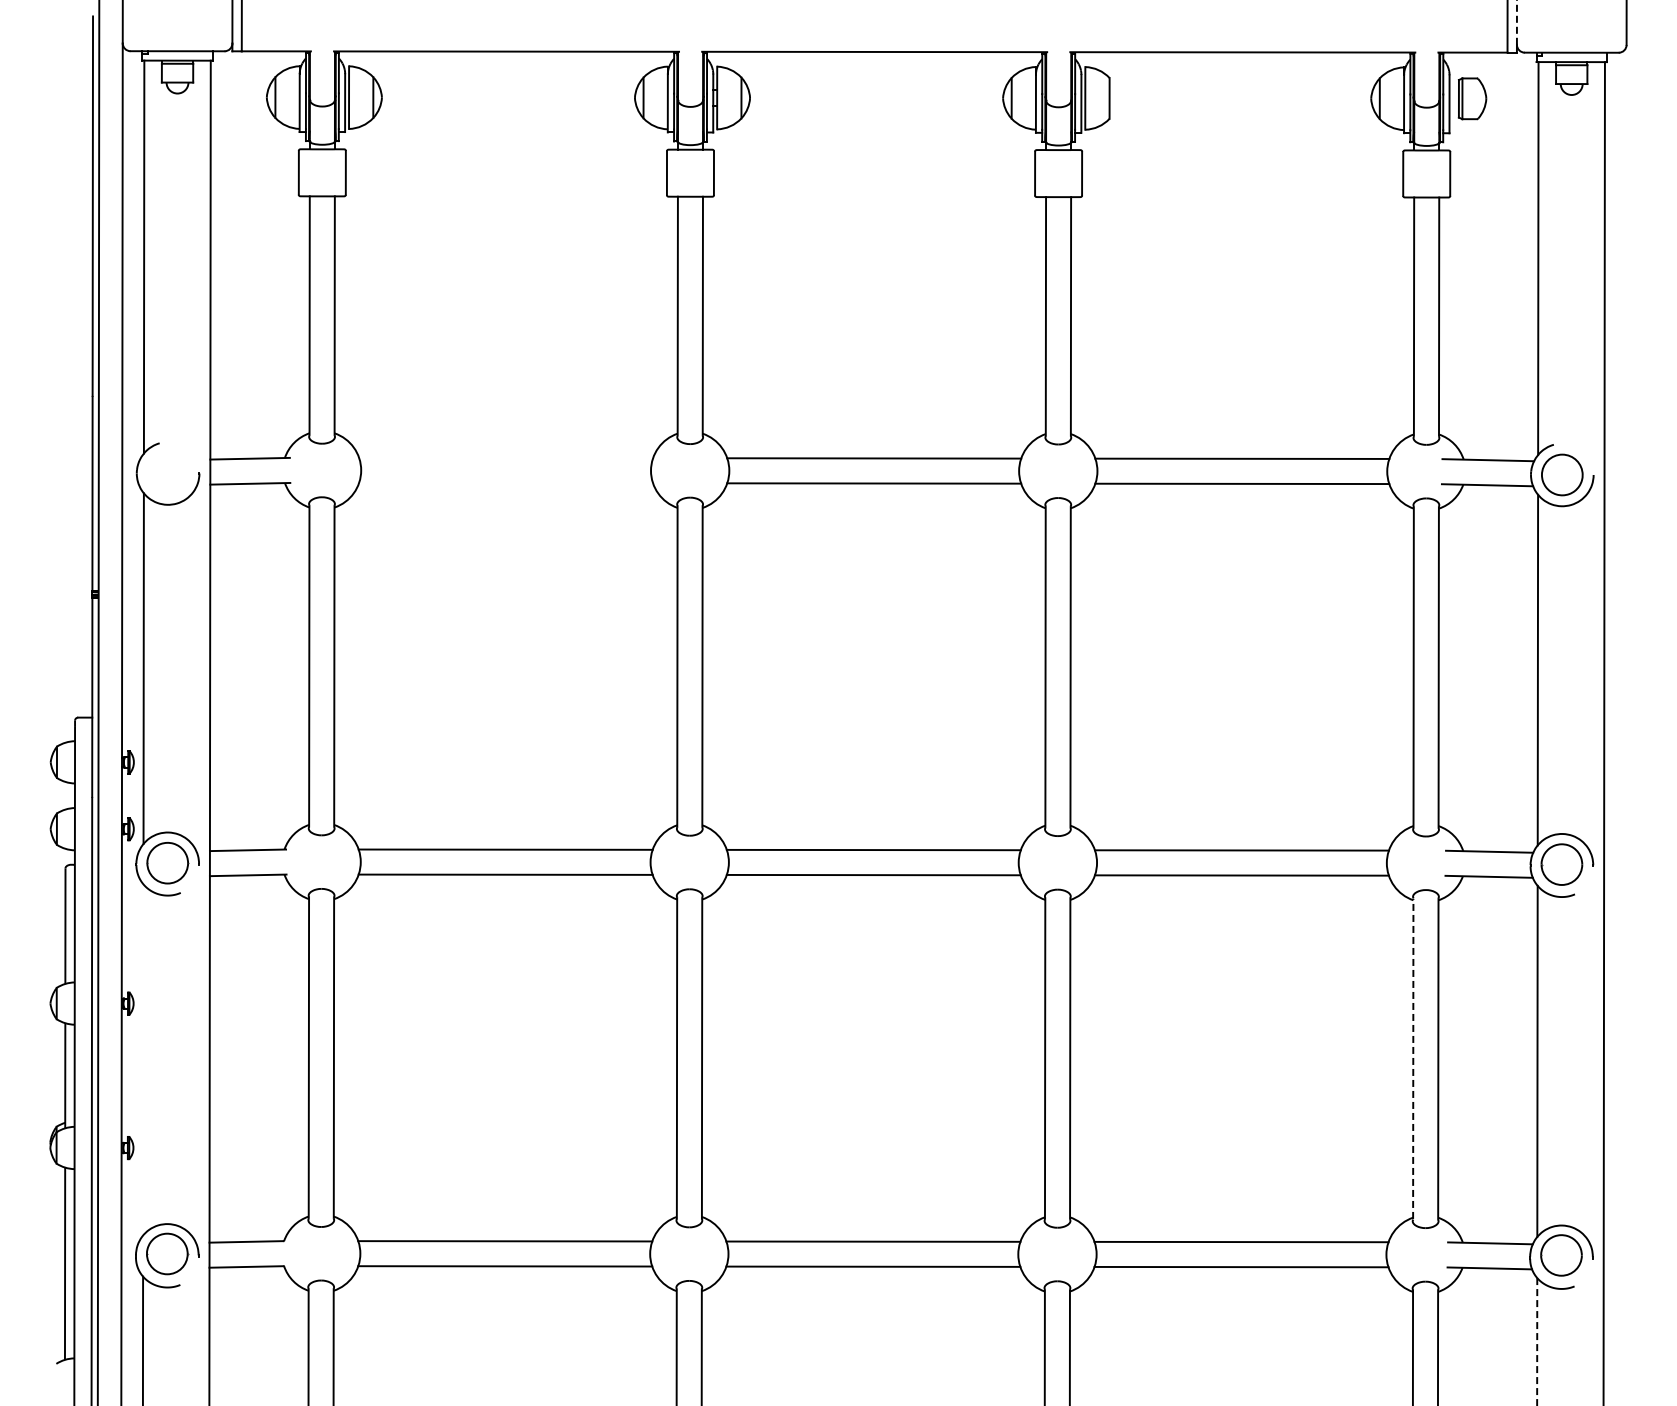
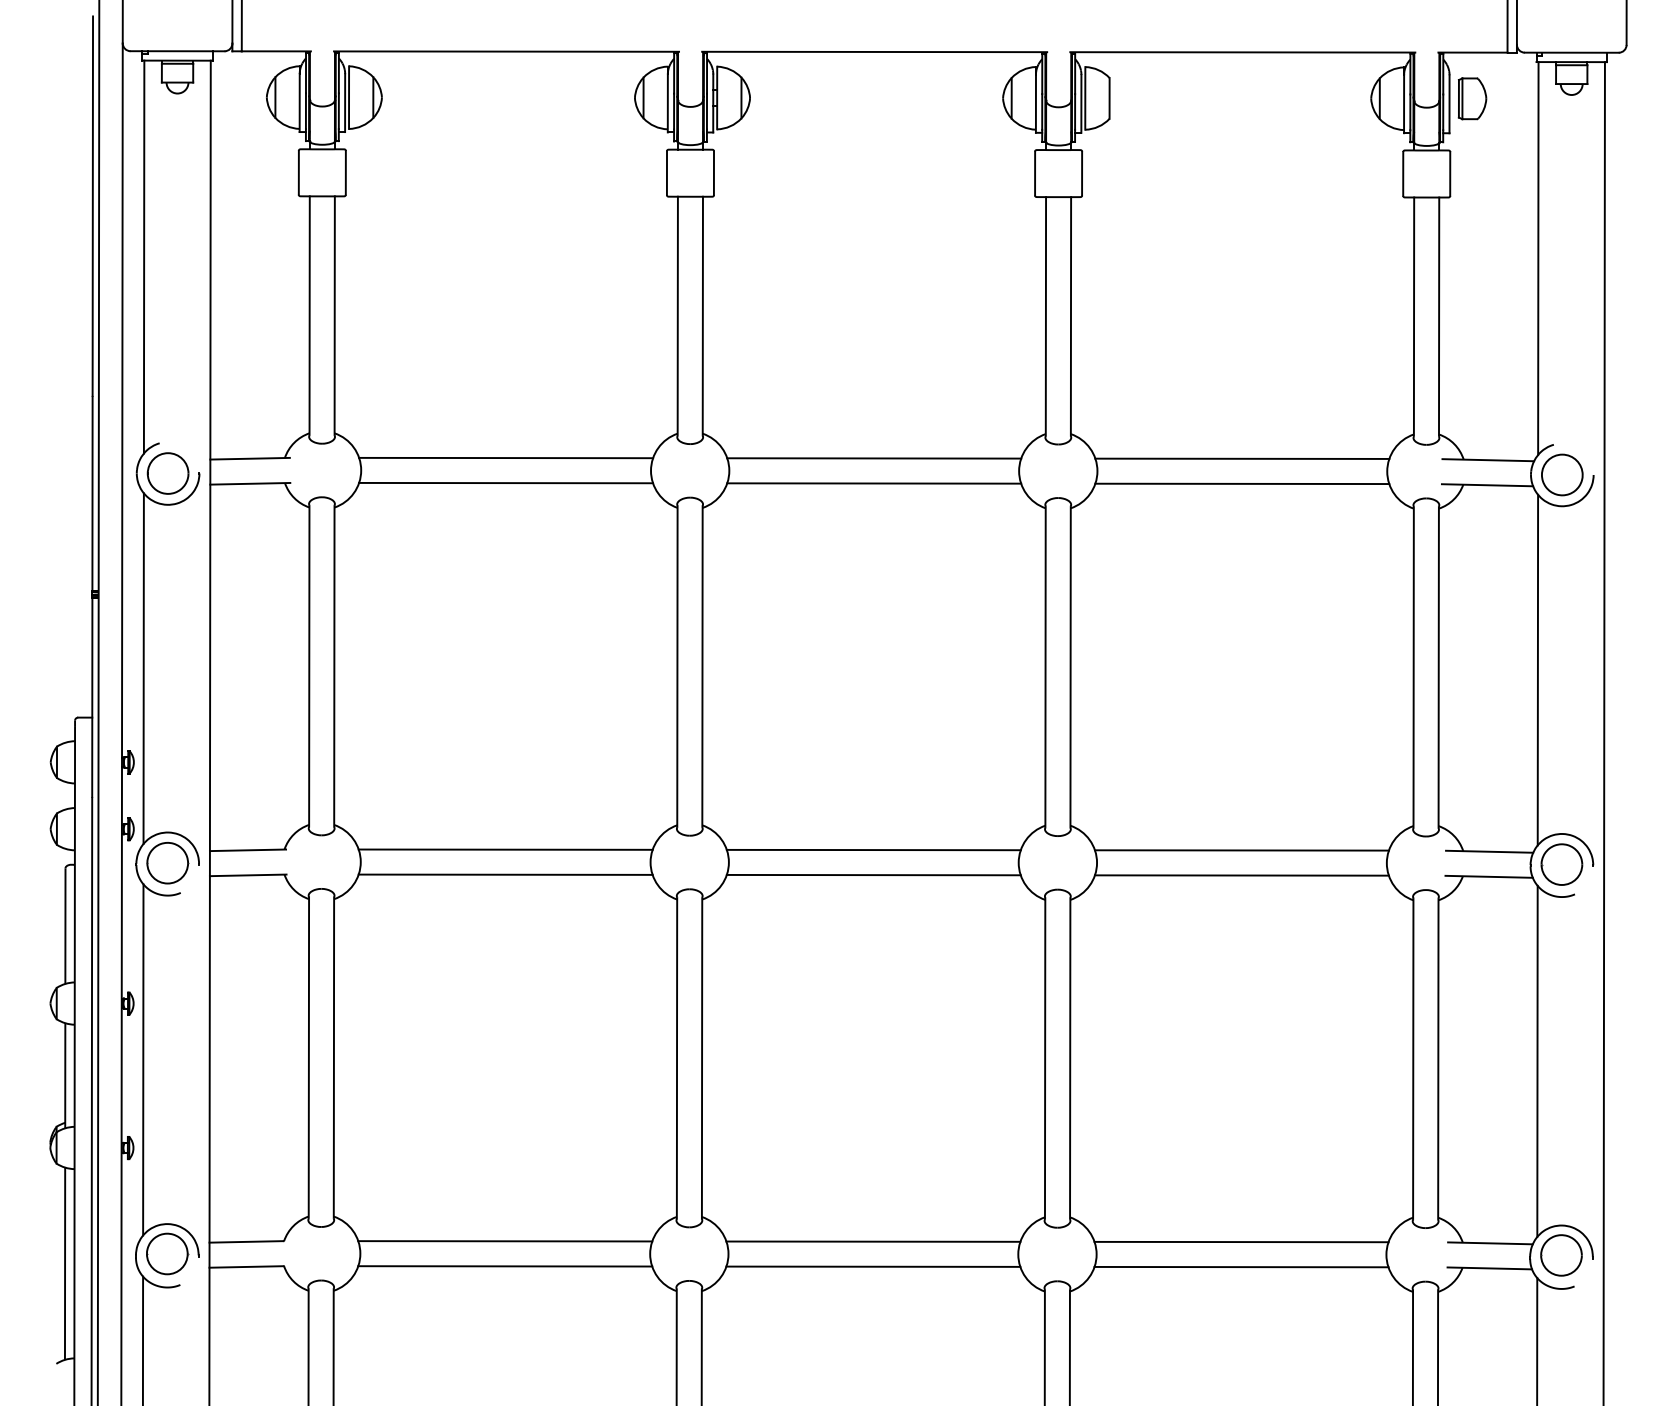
line at (1516, 22): dashed -> solid
line at (506, 457): none -> present
part at (167, 473): none -> present
line at (506, 482): none -> present
line at (143, 1059): none -> present
line at (1413, 1059): dashed -> solid
line at (1537, 1342): dashed -> solid
